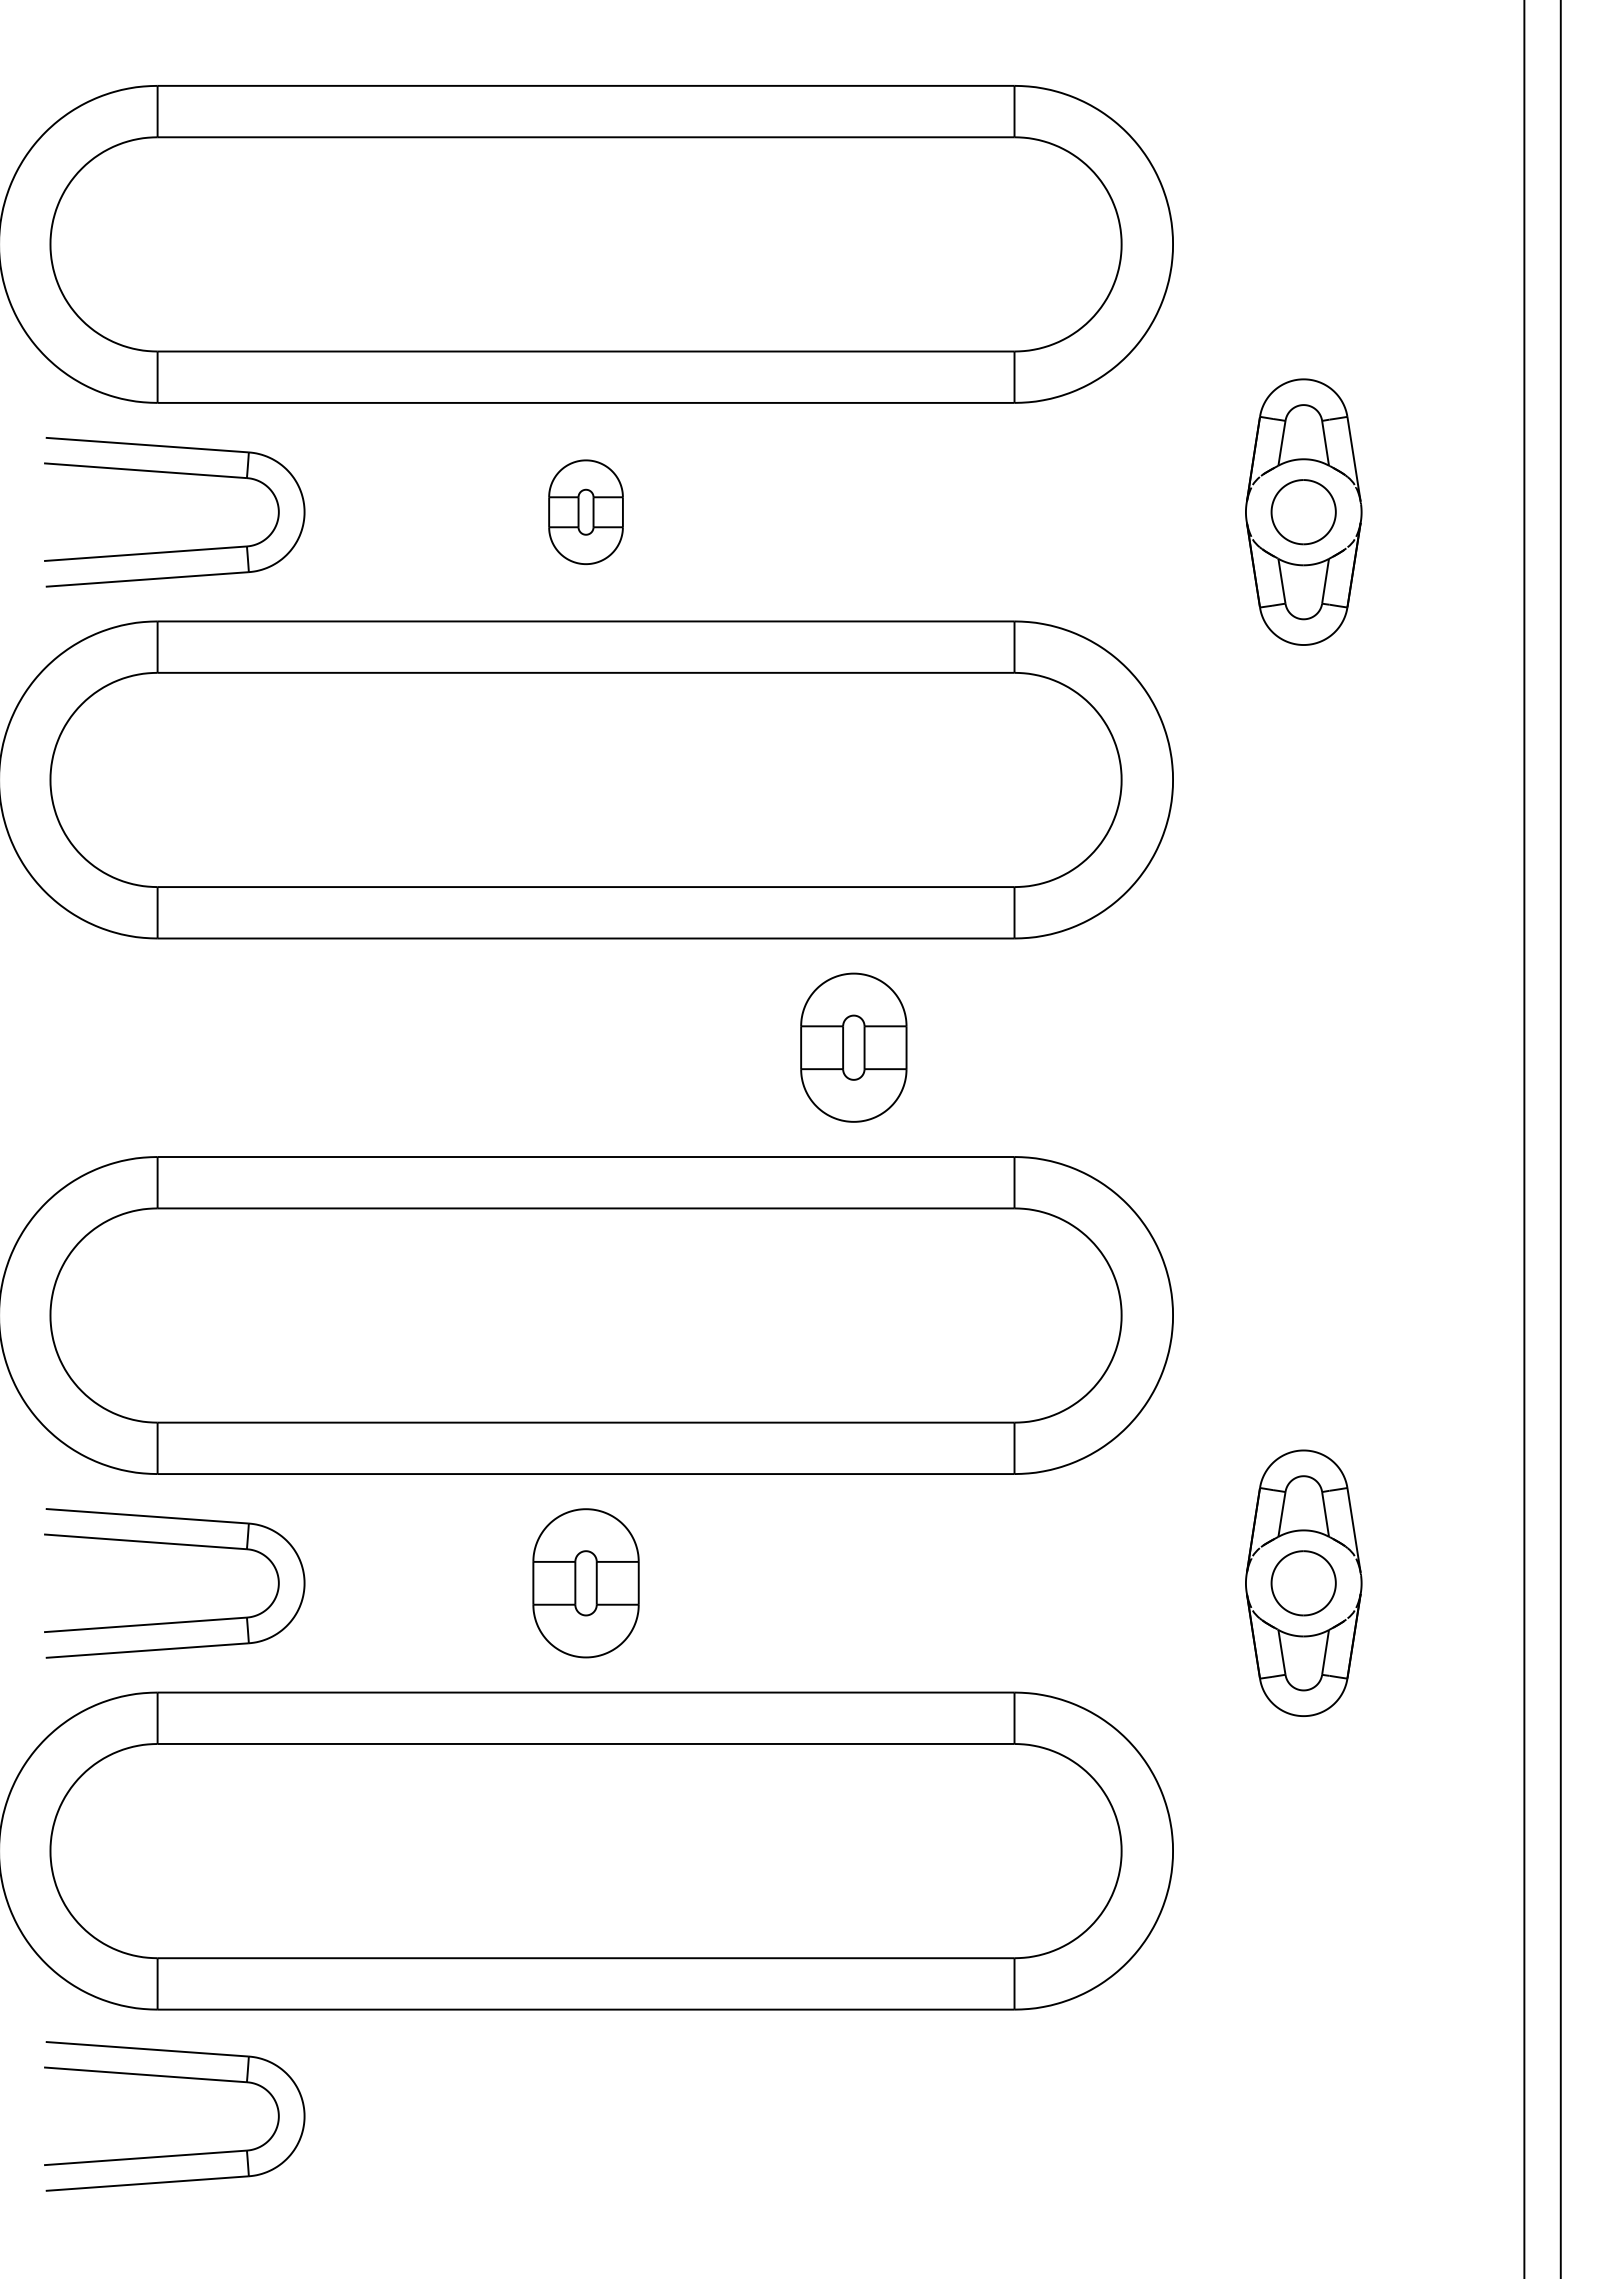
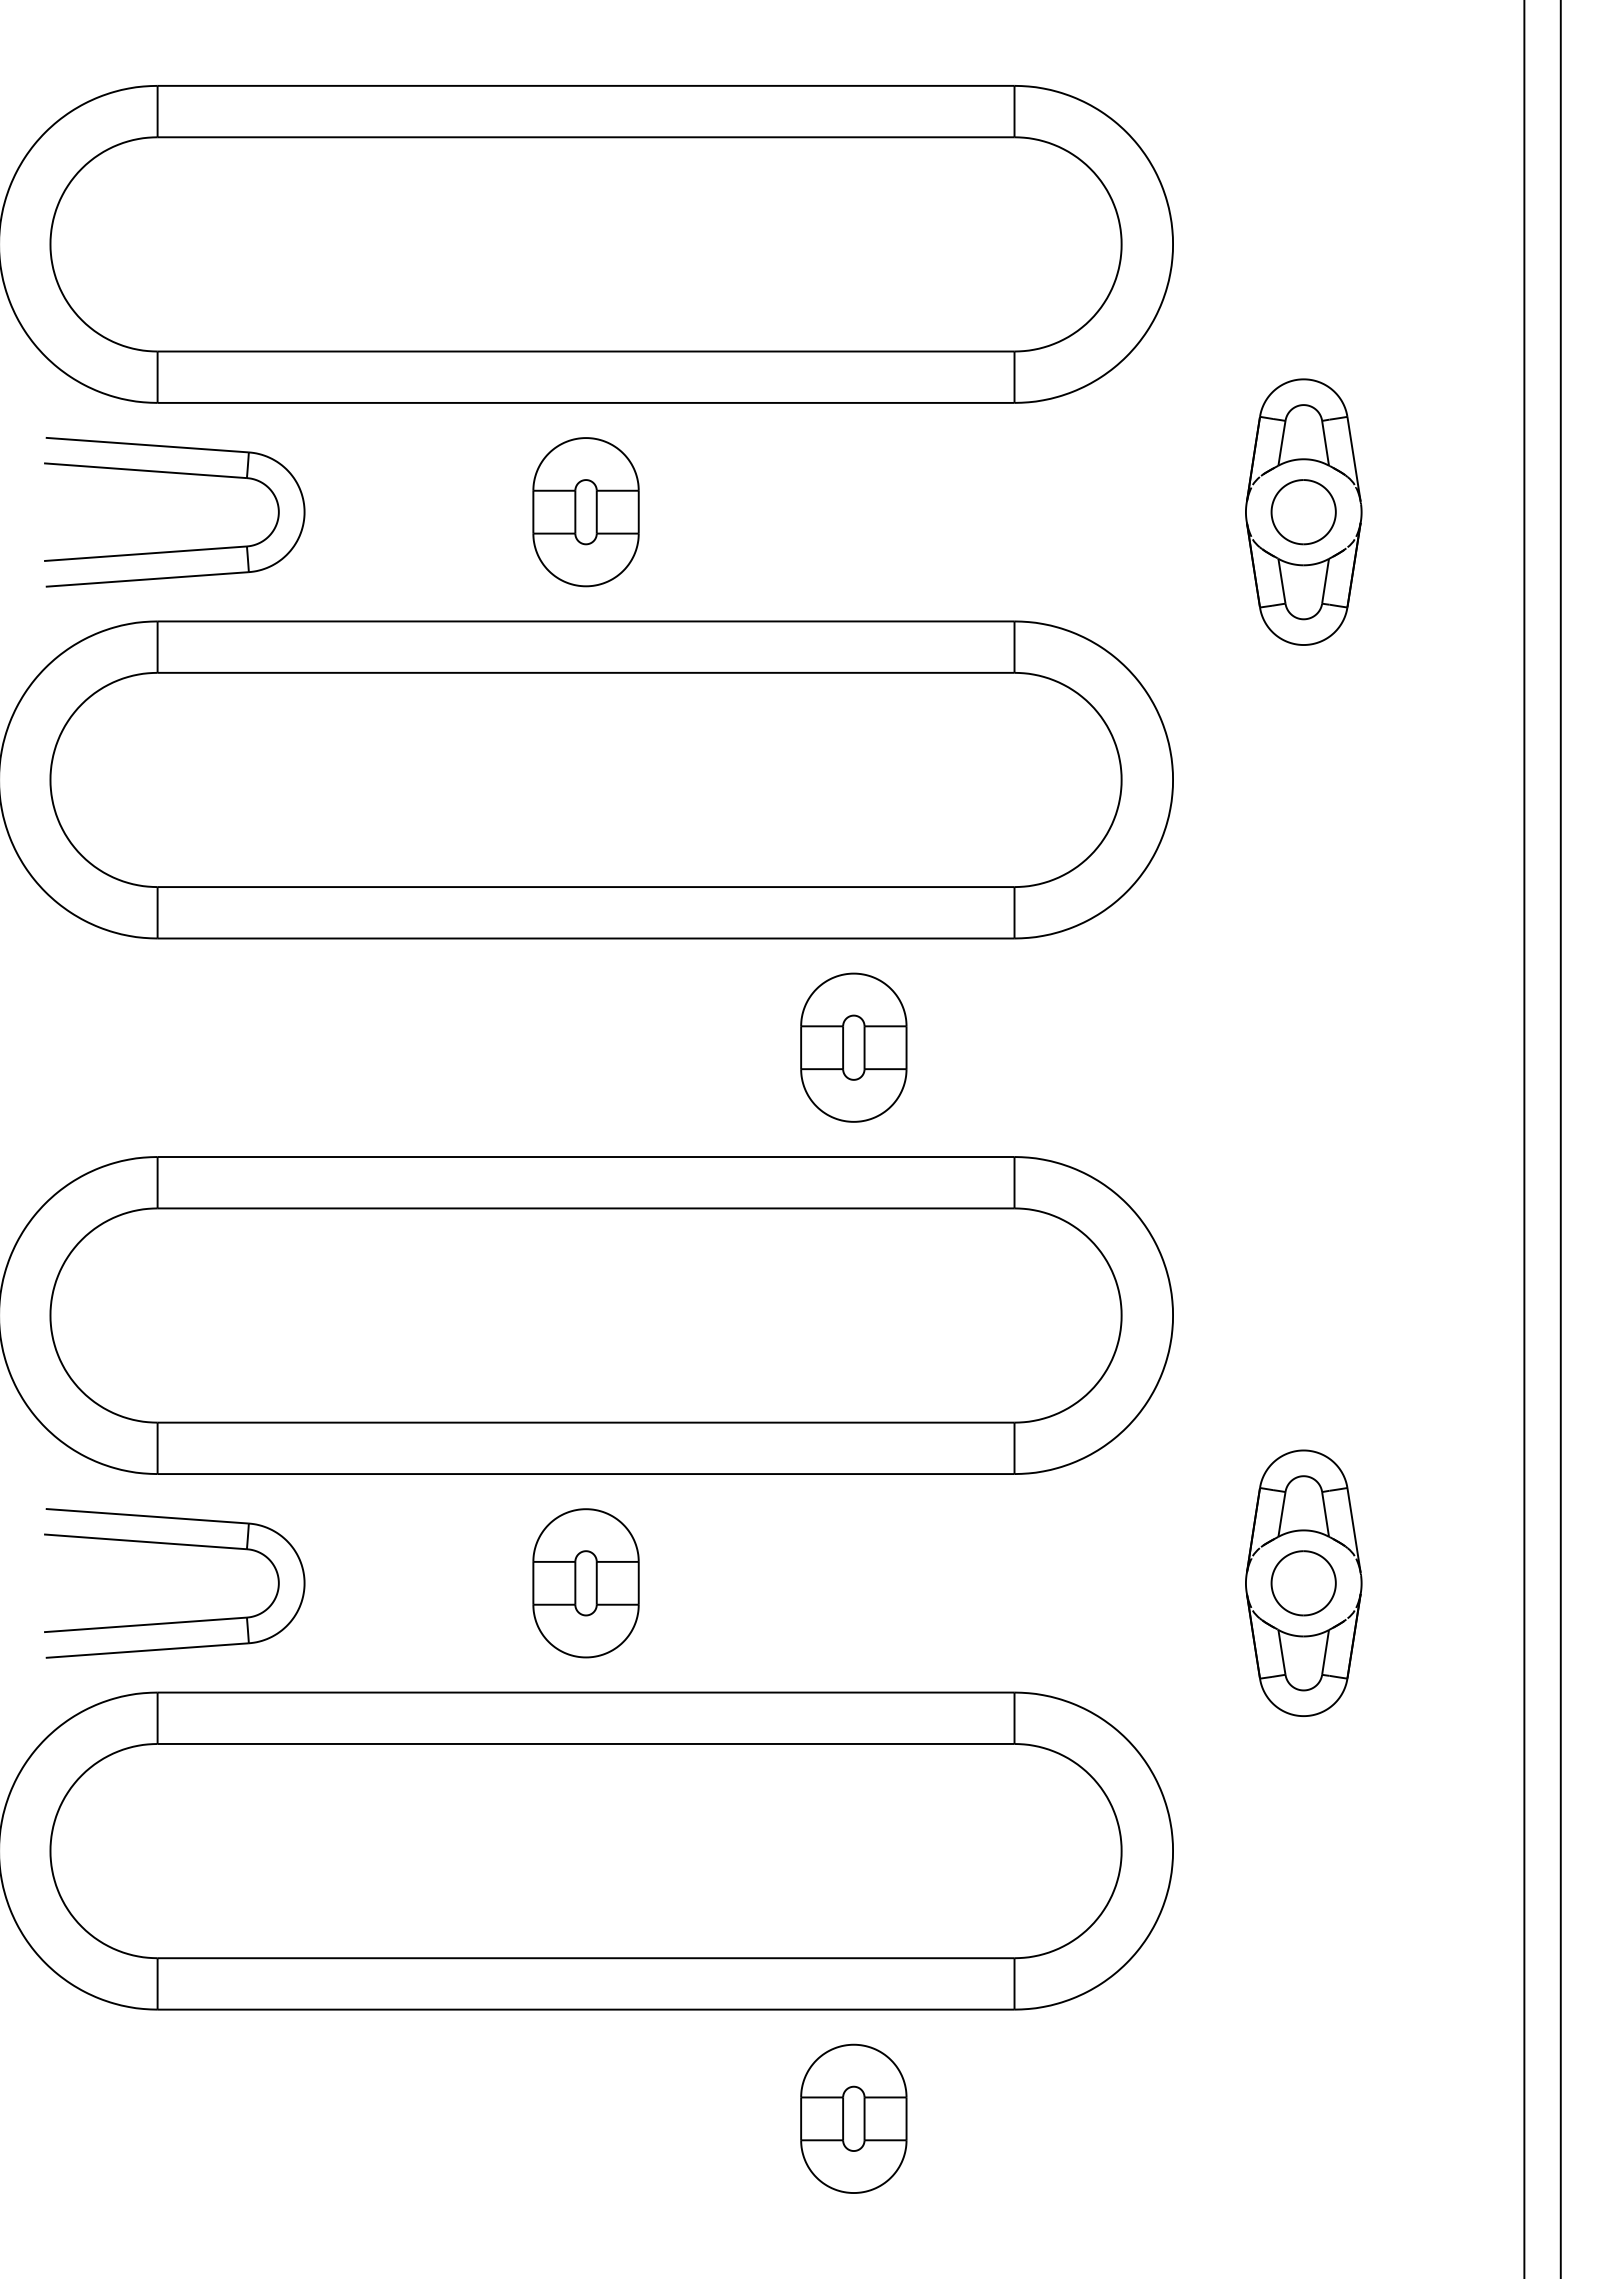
part at (585, 511) size: 76x106 px -> 108x151 px
part at (853, 2118): none -> present
part at (174, 2154): present -> none
